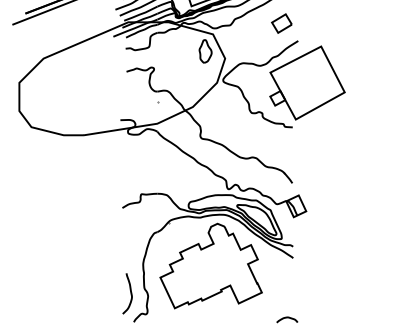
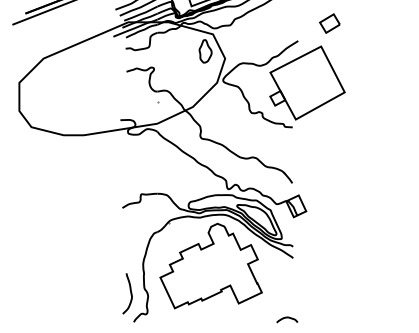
part at (281, 23) position: (281, 23) -> (329, 23)
